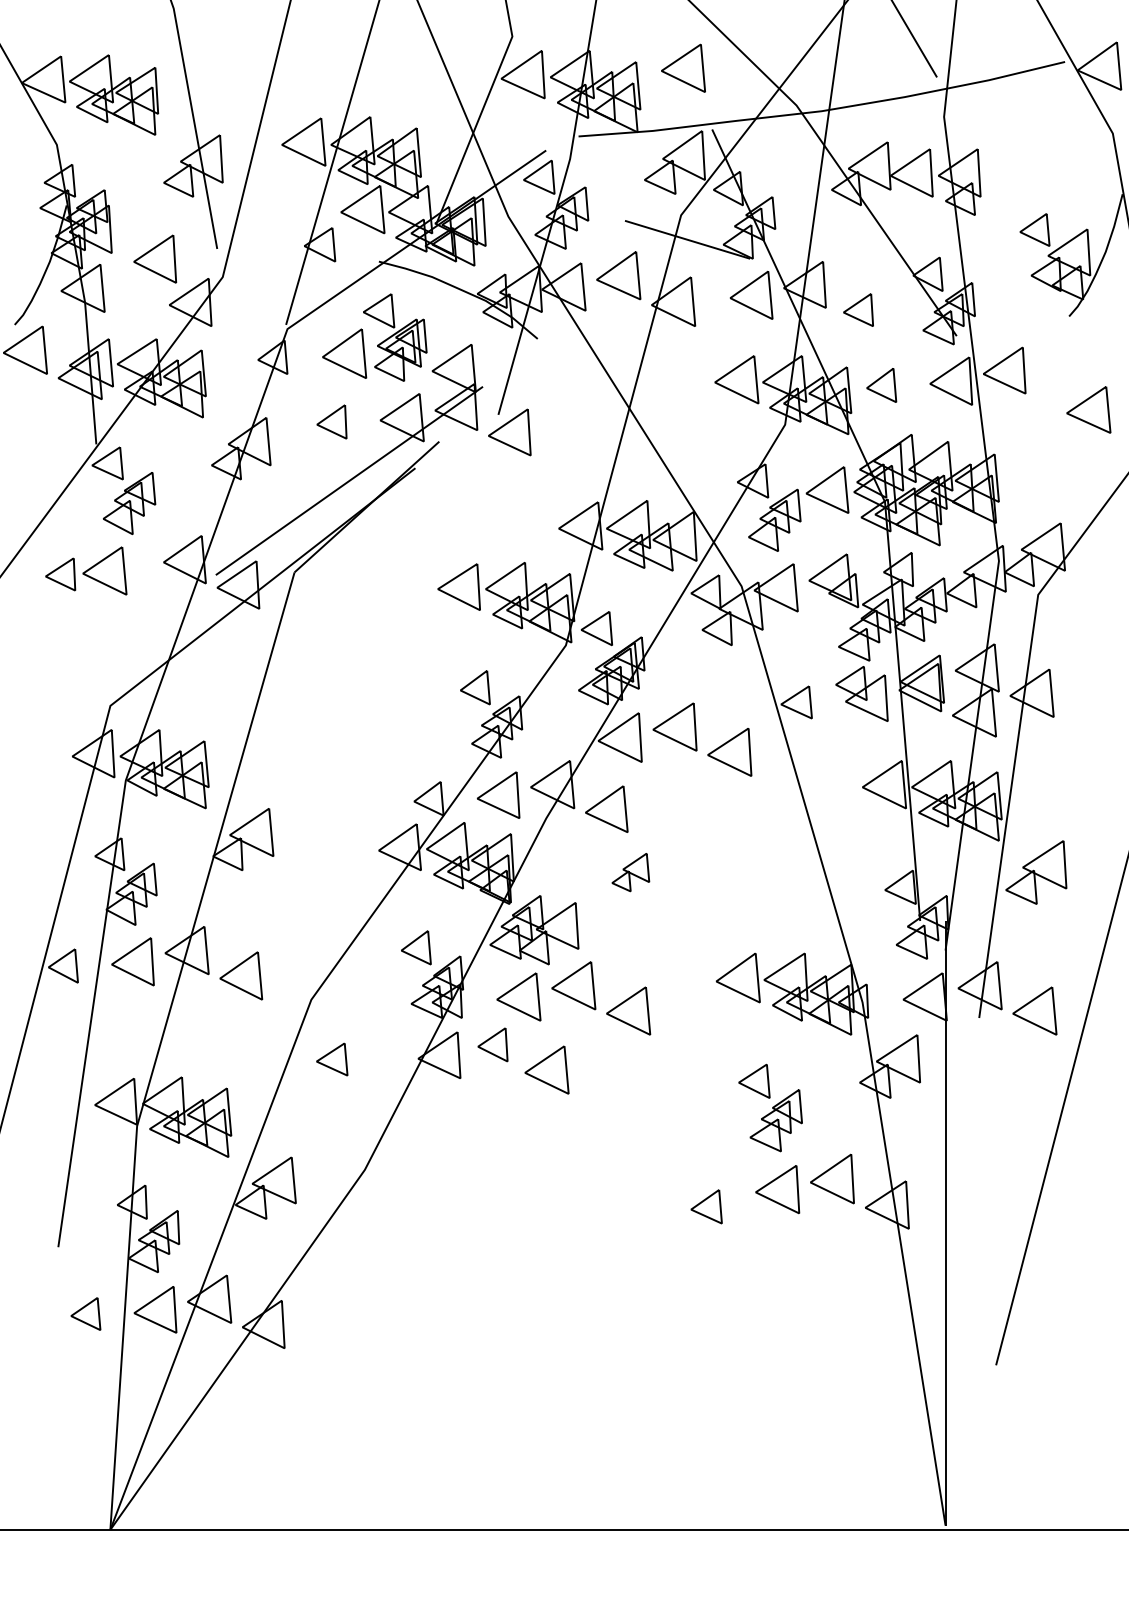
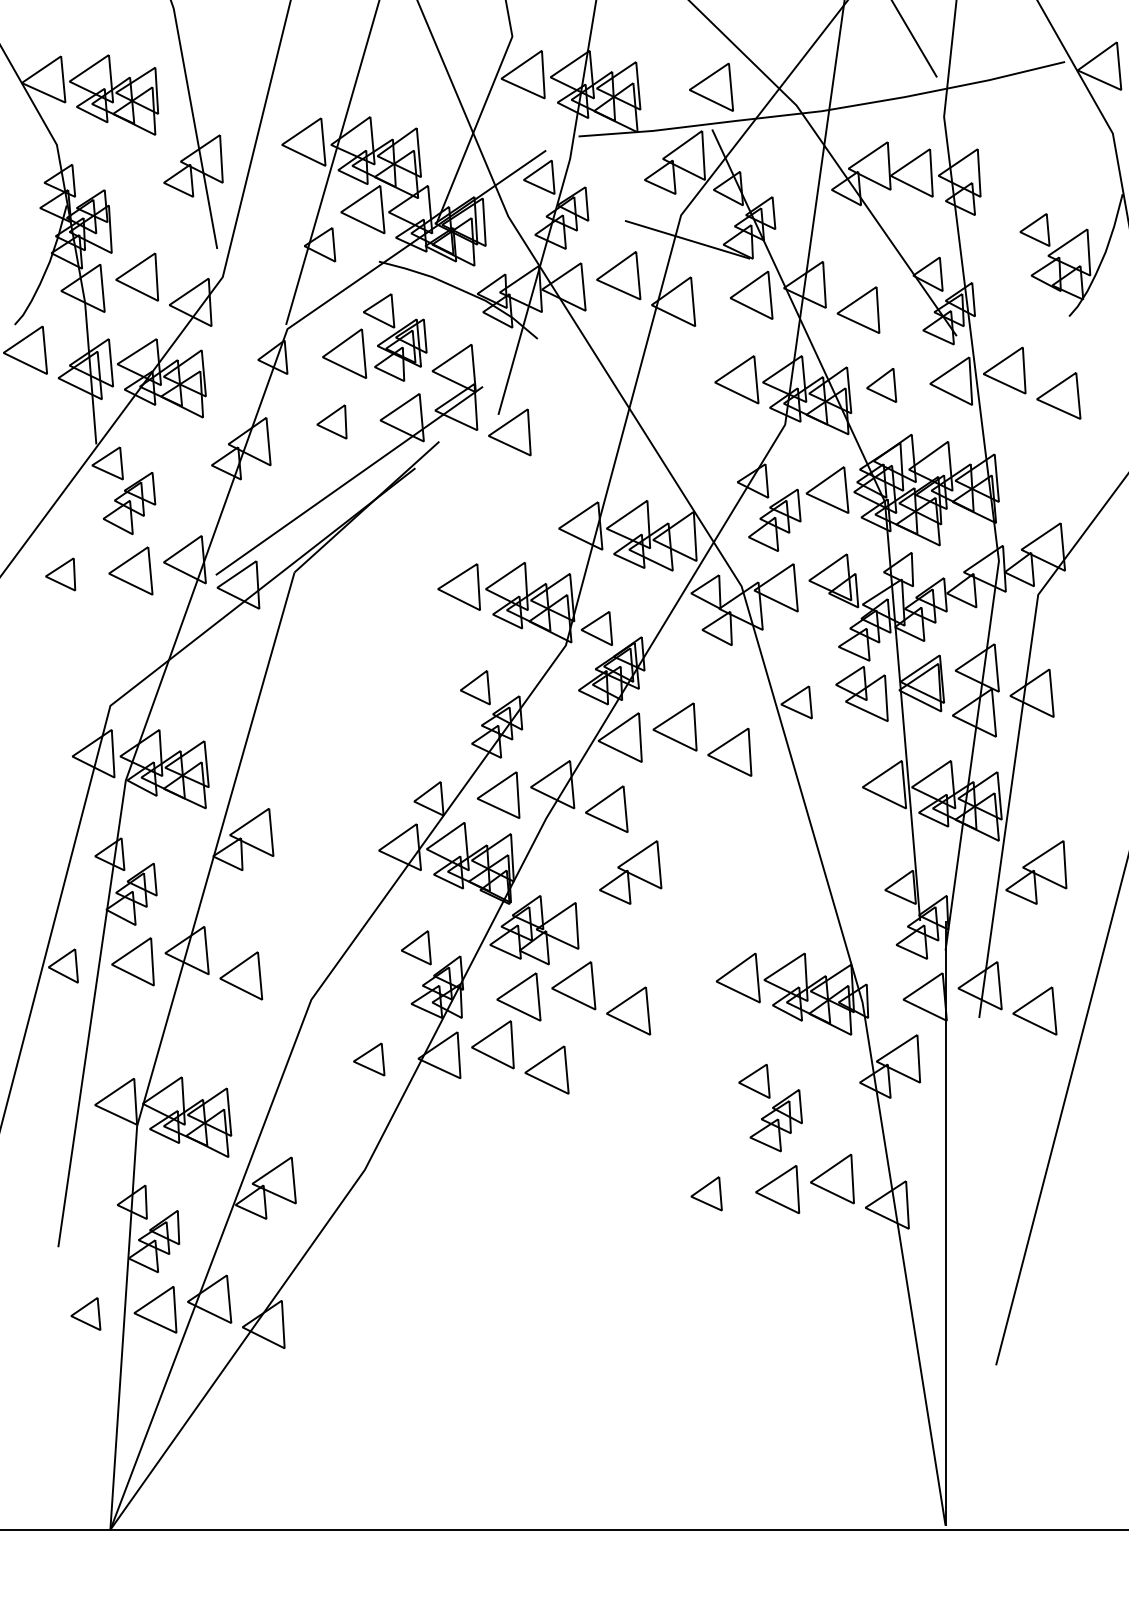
part at (683, 67) position: (683, 67) -> (711, 86)
part at (155, 258) position: (155, 258) -> (137, 276)
part at (858, 309) size: 31x34 px -> 45x48 px
part at (1088, 409) position: (1088, 409) -> (1058, 395)
part at (104, 570) position: (104, 570) -> (130, 570)
part at (630, 872) size: 40x40 px -> 64x65 px
part at (492, 1044) size: 32x36 px -> 44x50 px
part at (332, 1059) position: (332, 1059) -> (369, 1059)
part at (706, 1206) position: (706, 1206) -> (706, 1193)
